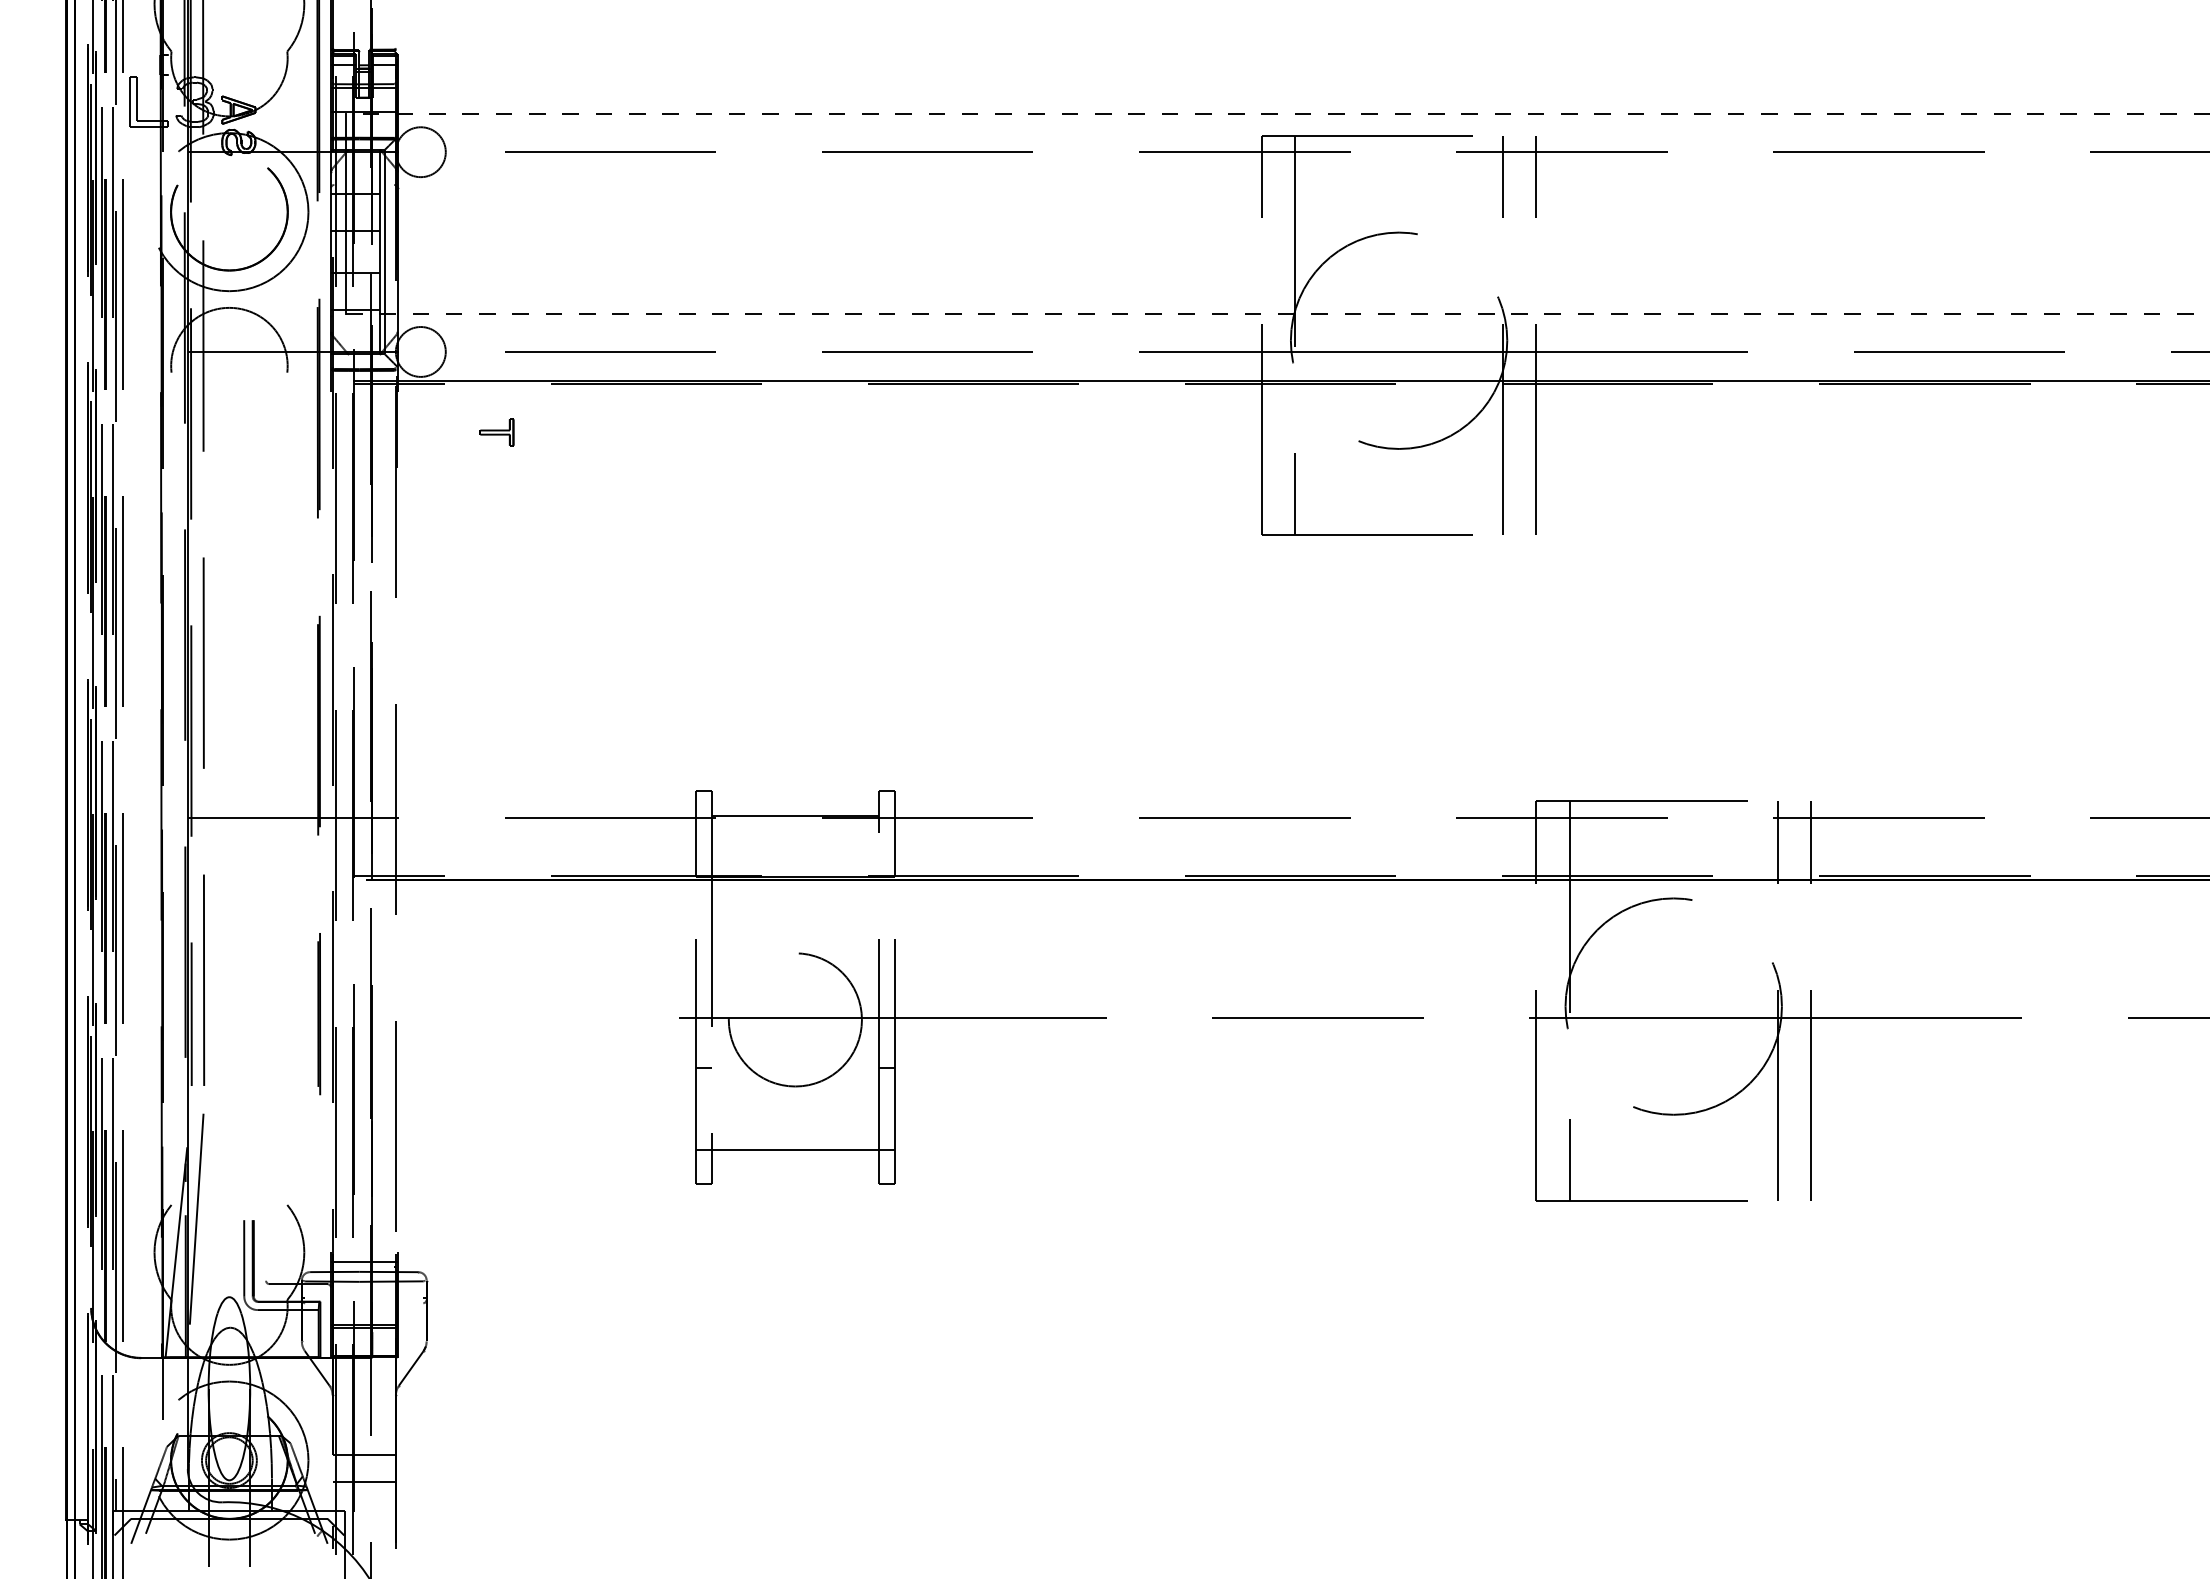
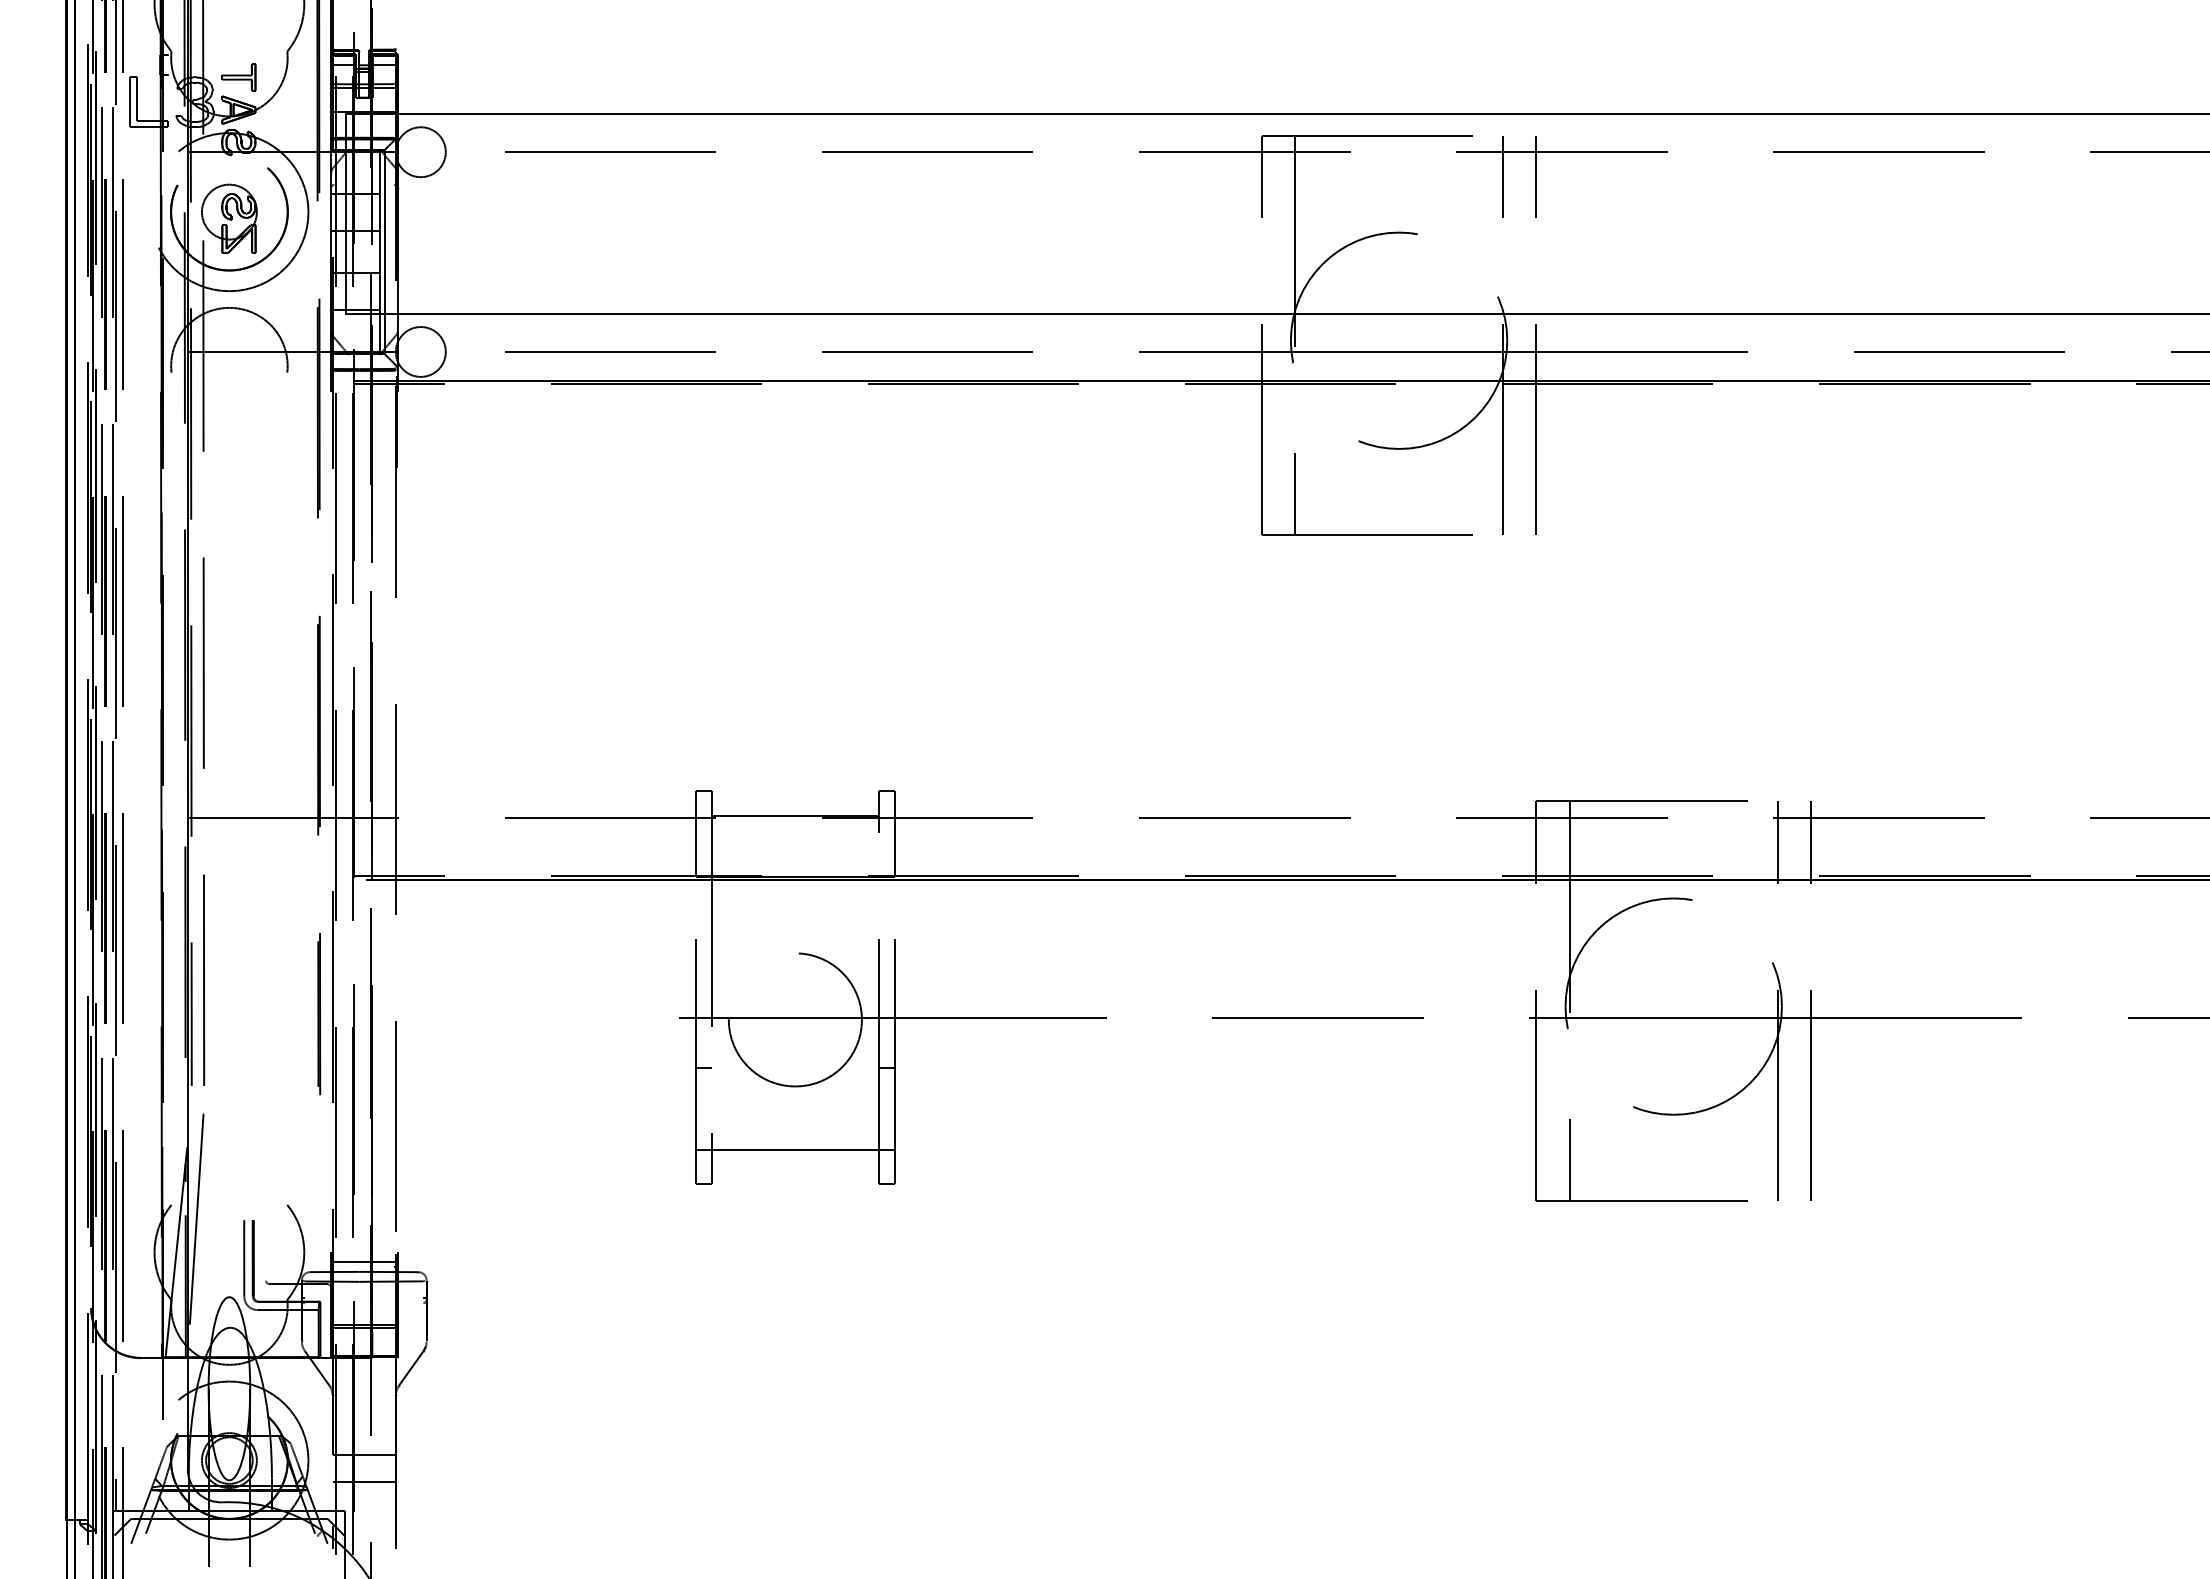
line at (1277, 114): dashed -> solid
part at (229, 218): none -> present
line at (1277, 314): dashed -> solid
part at (496, 432) position: (496, 432) -> (238, 77)
